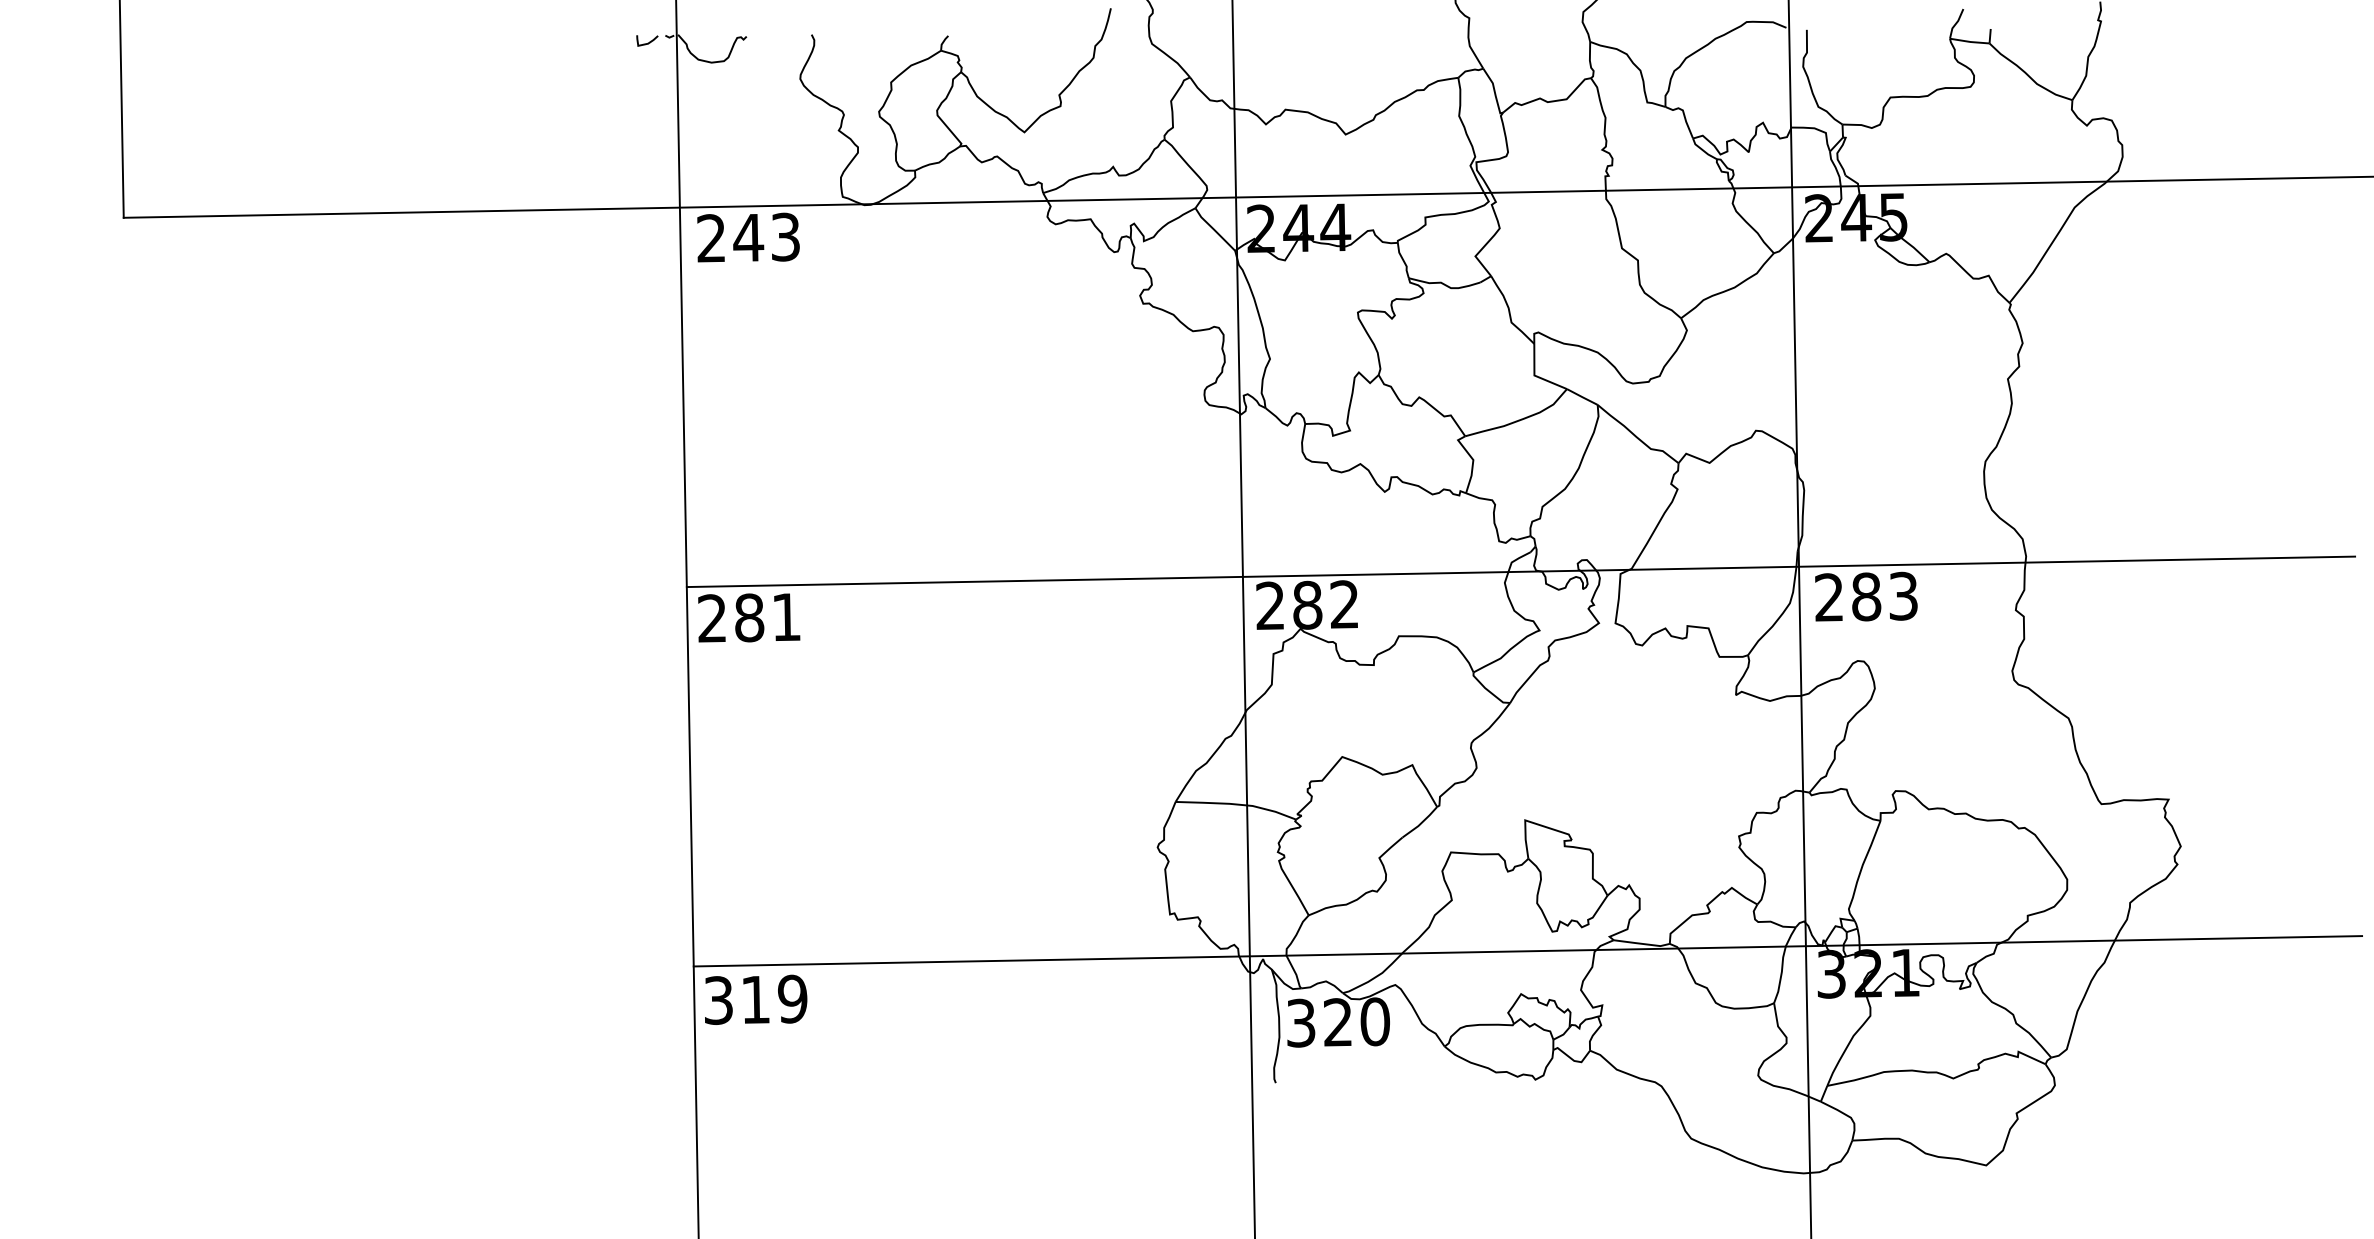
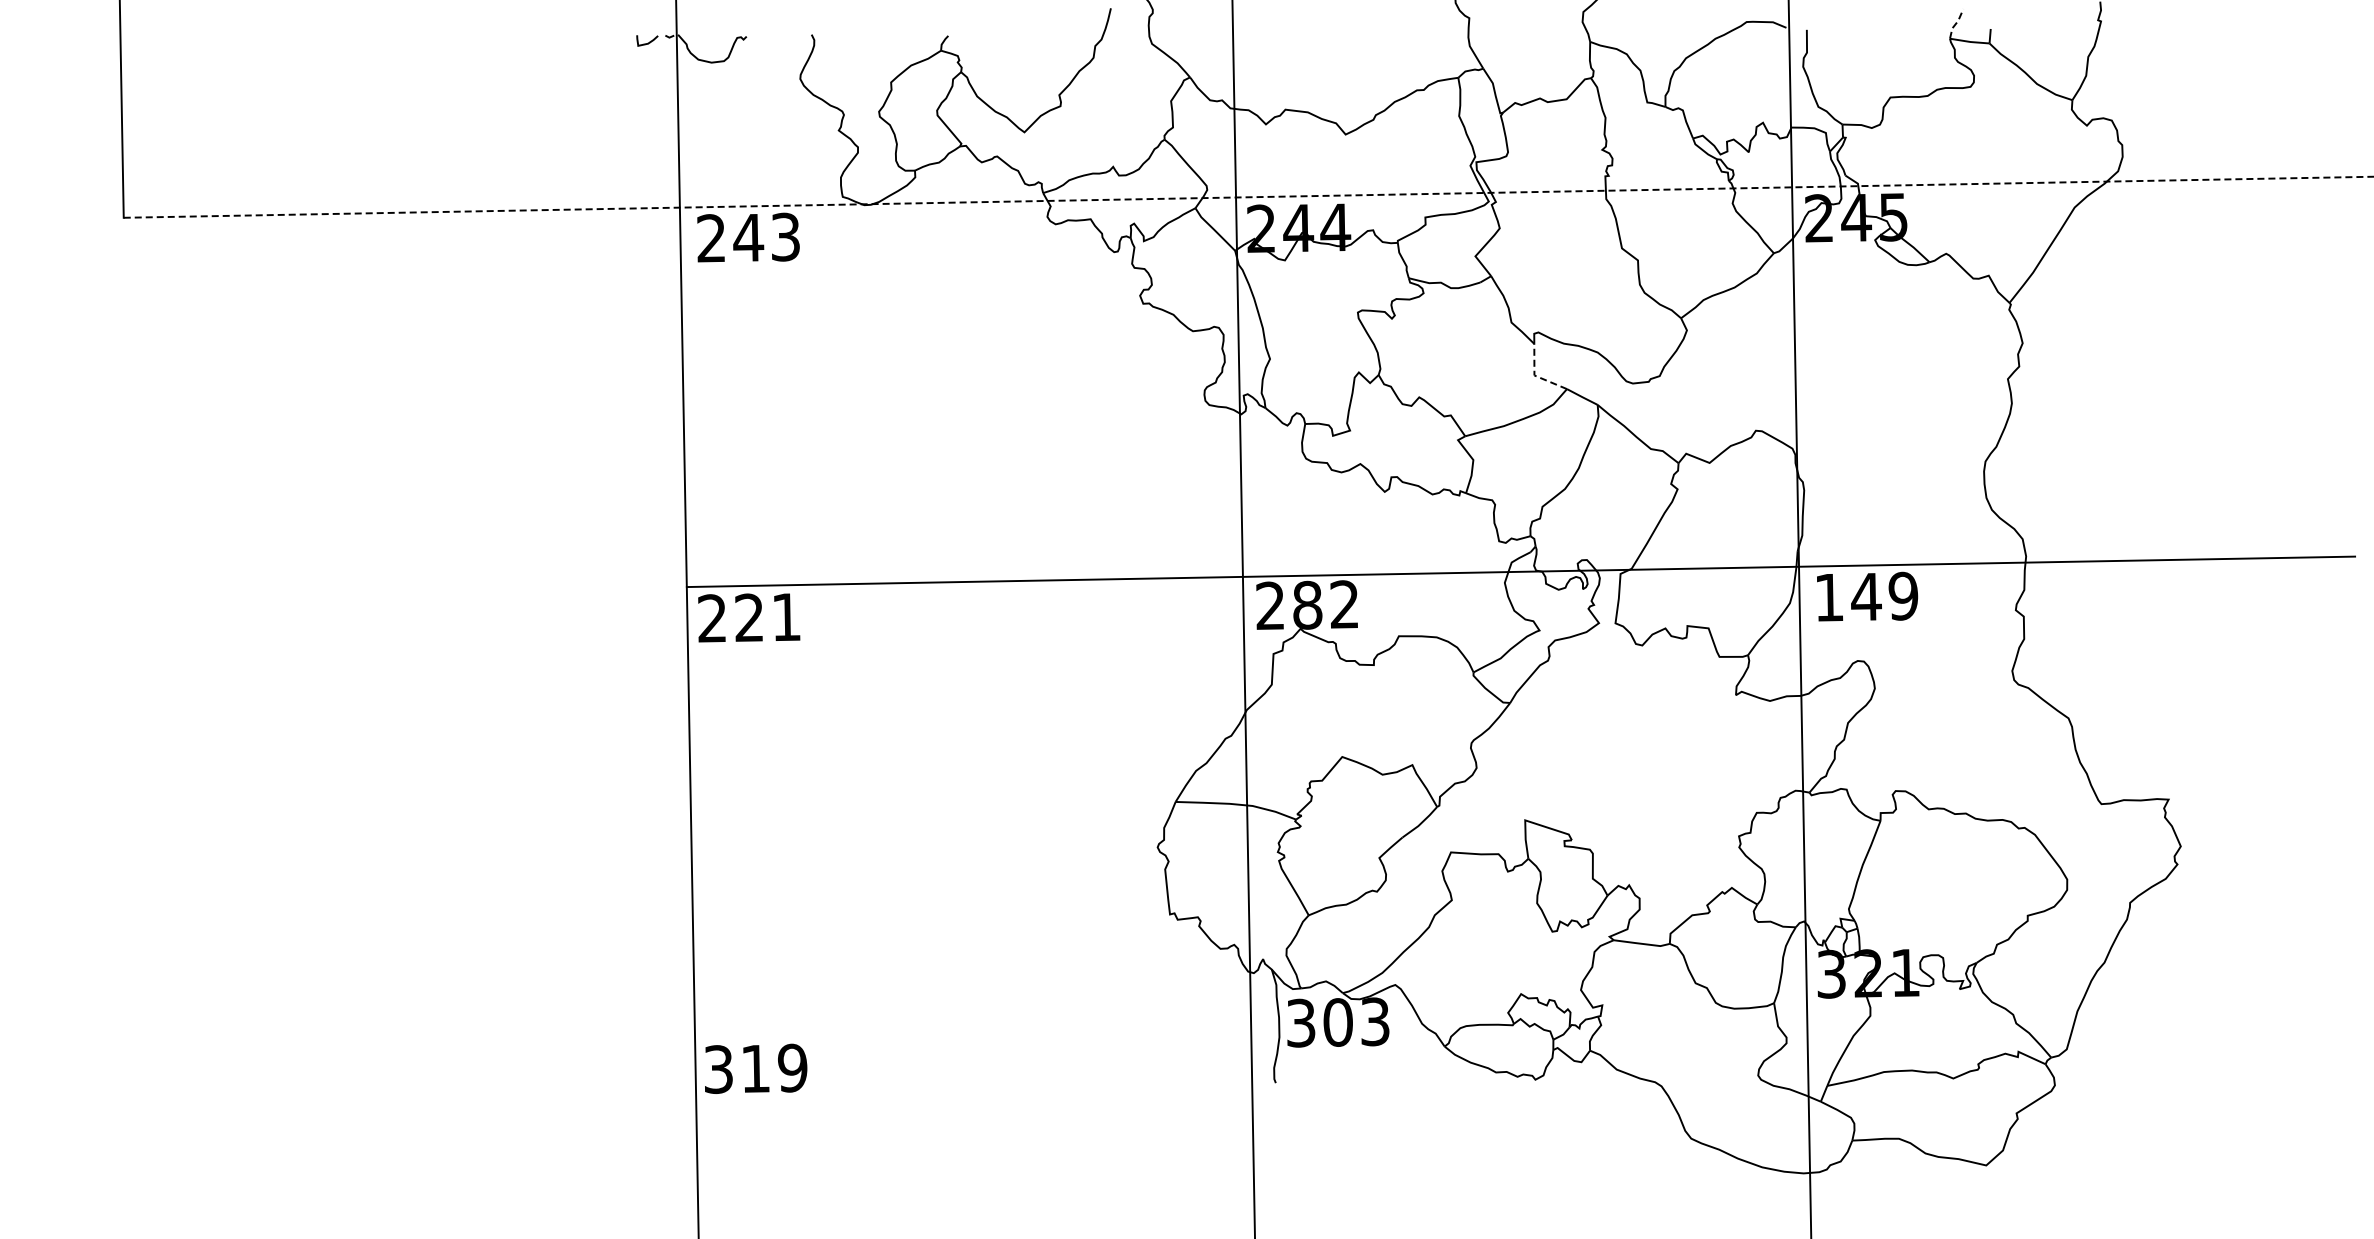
line at (1955, 23): solid -> dashed
line at (1249, 197): solid -> dashed
line at (1535, 375): solid -> dashed
text at (1866, 596): 283 -> 149
text at (749, 617): 281 -> 221
line at (1527, 951): present -> none
text at (756, 999) position: (756, 999) -> (756, 1068)
text at (1356, 1021): 320 -> 303
